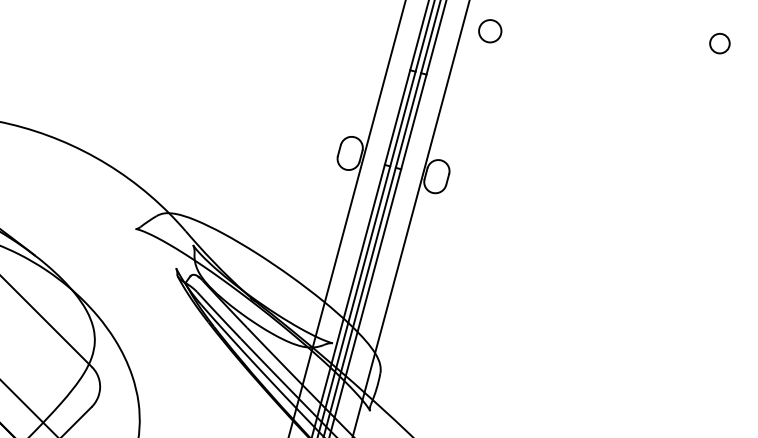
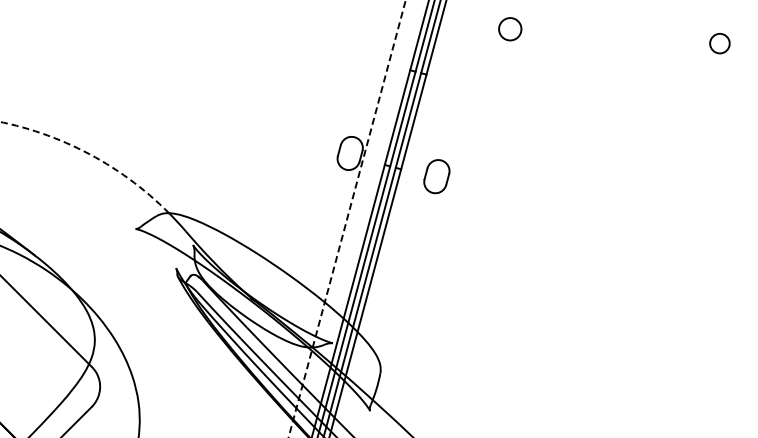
circle at (490, 31) position: (490, 31) -> (510, 29)
arc at (91, 155): solid -> dashed
line at (347, 218): solid -> dashed
line at (411, 218): present -> none
line at (28, 407): present -> none
